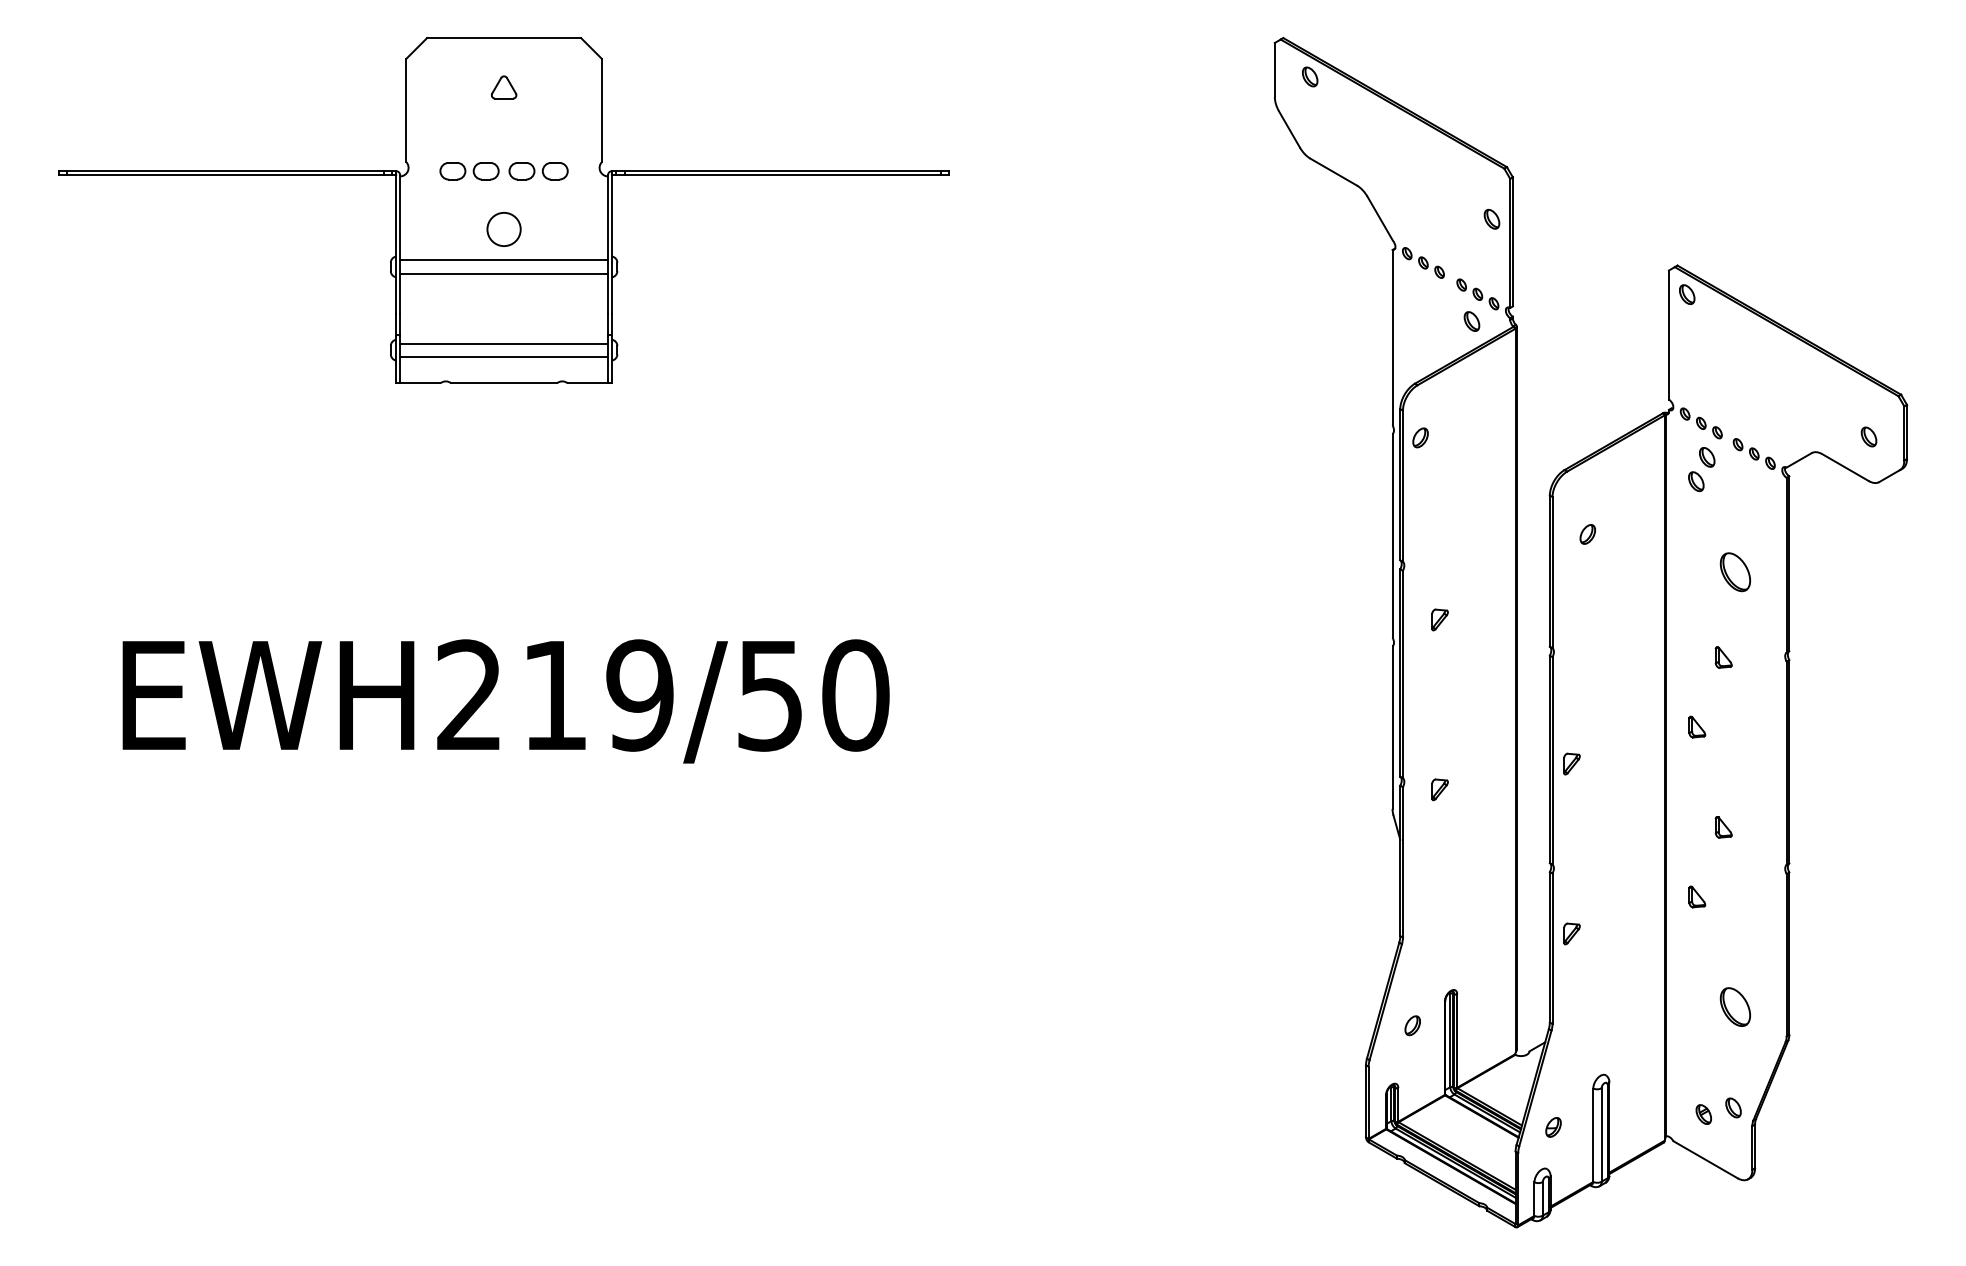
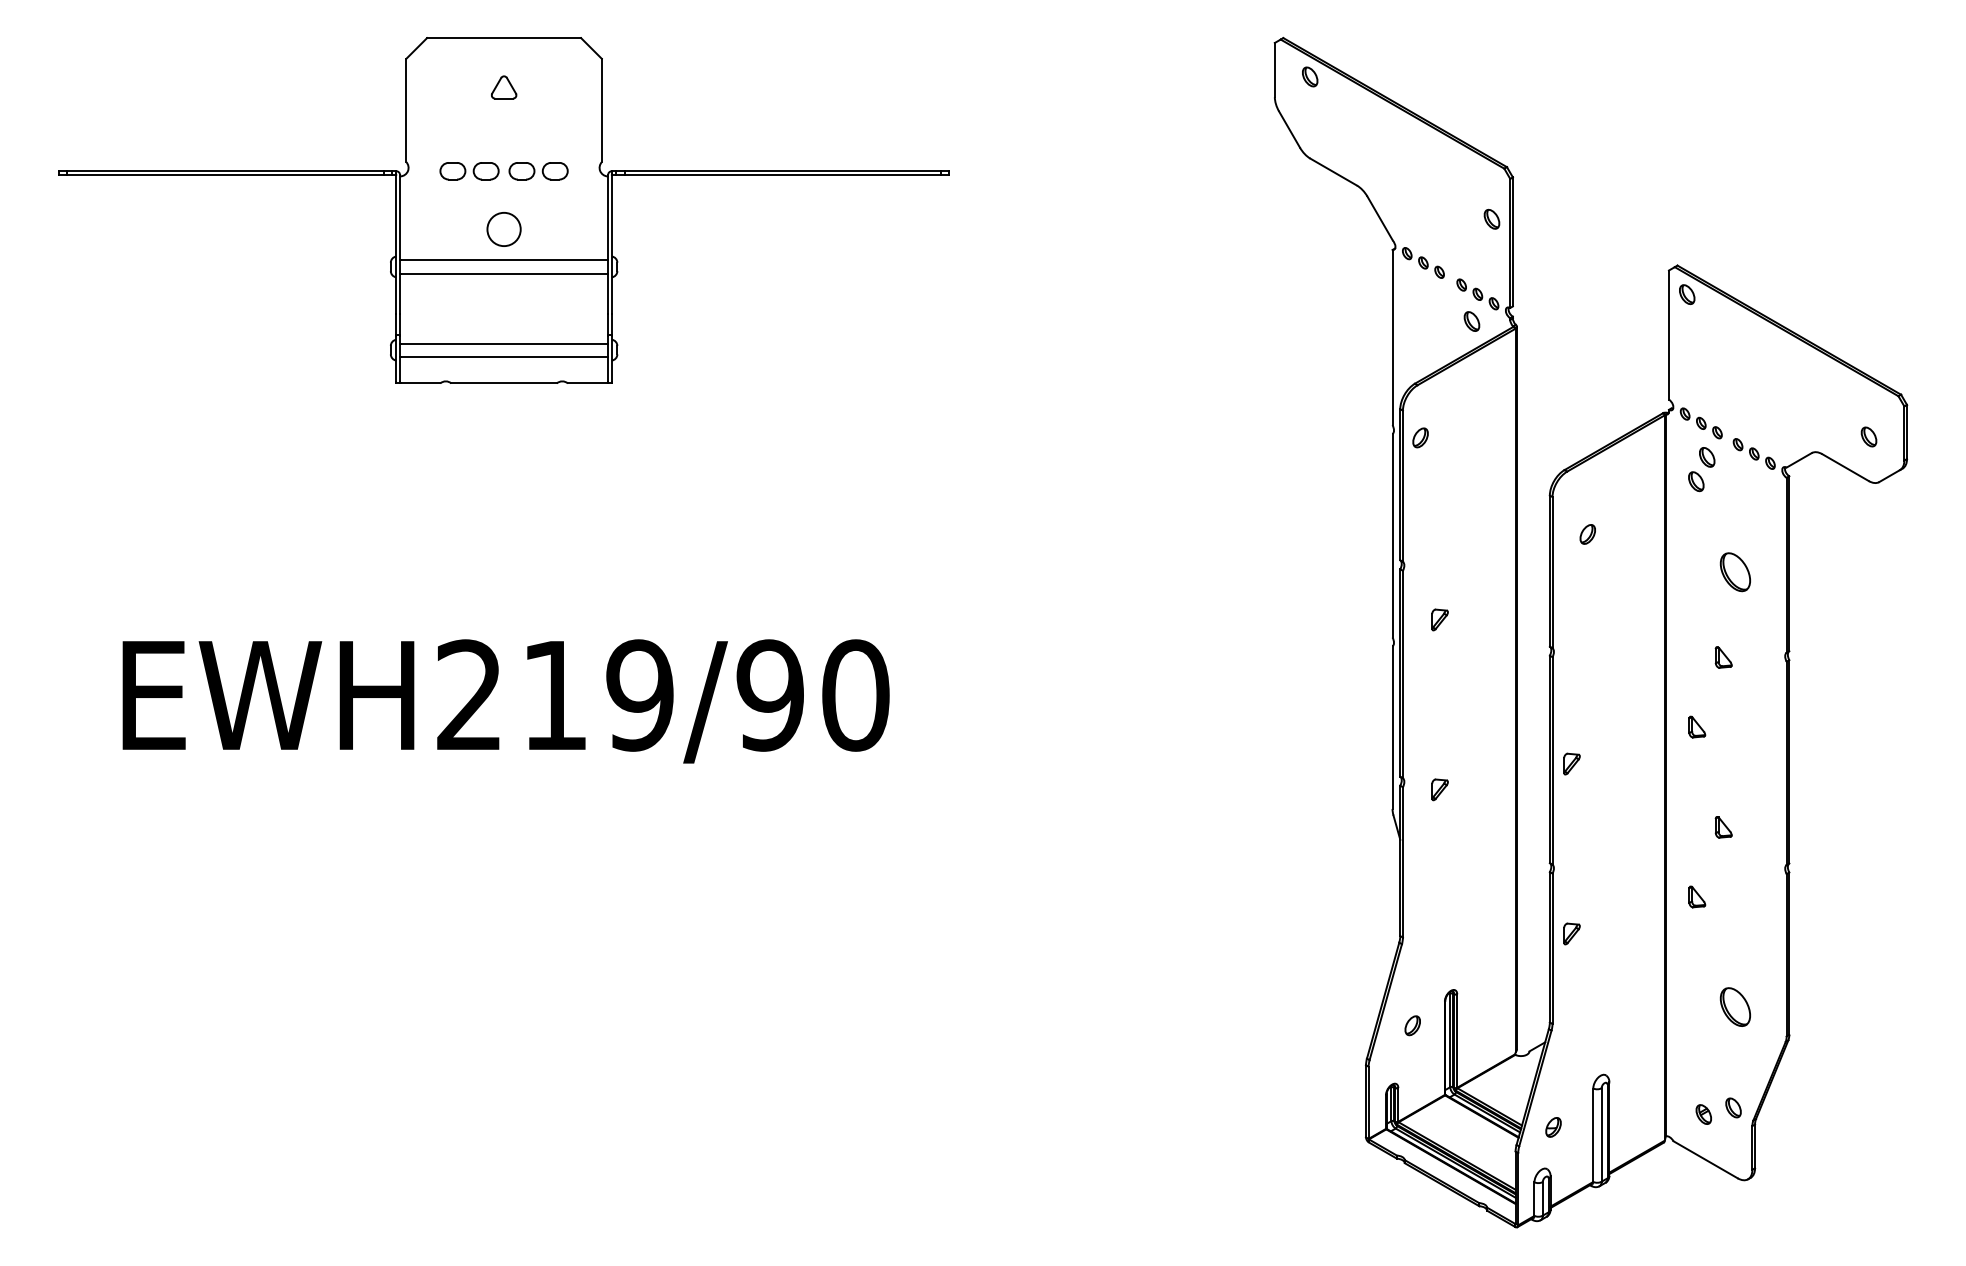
text at (769, 695): EWH219/50 -> EWH219/90
